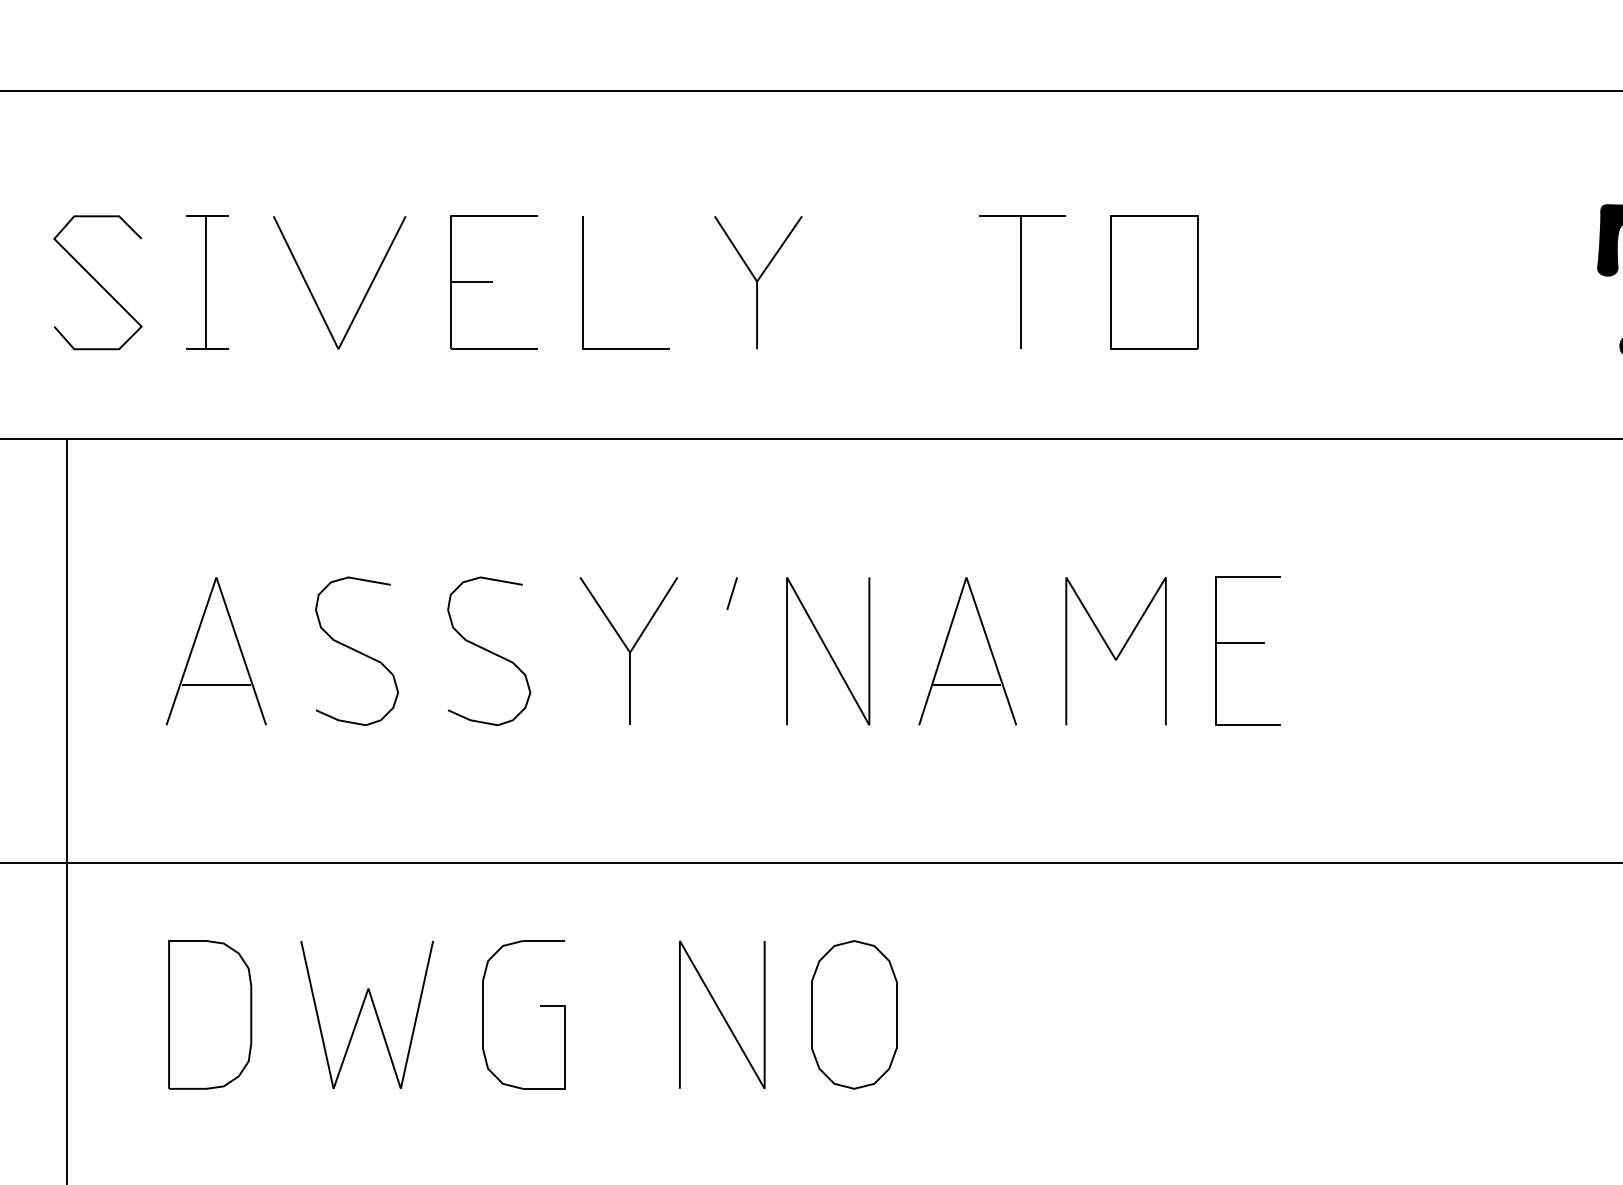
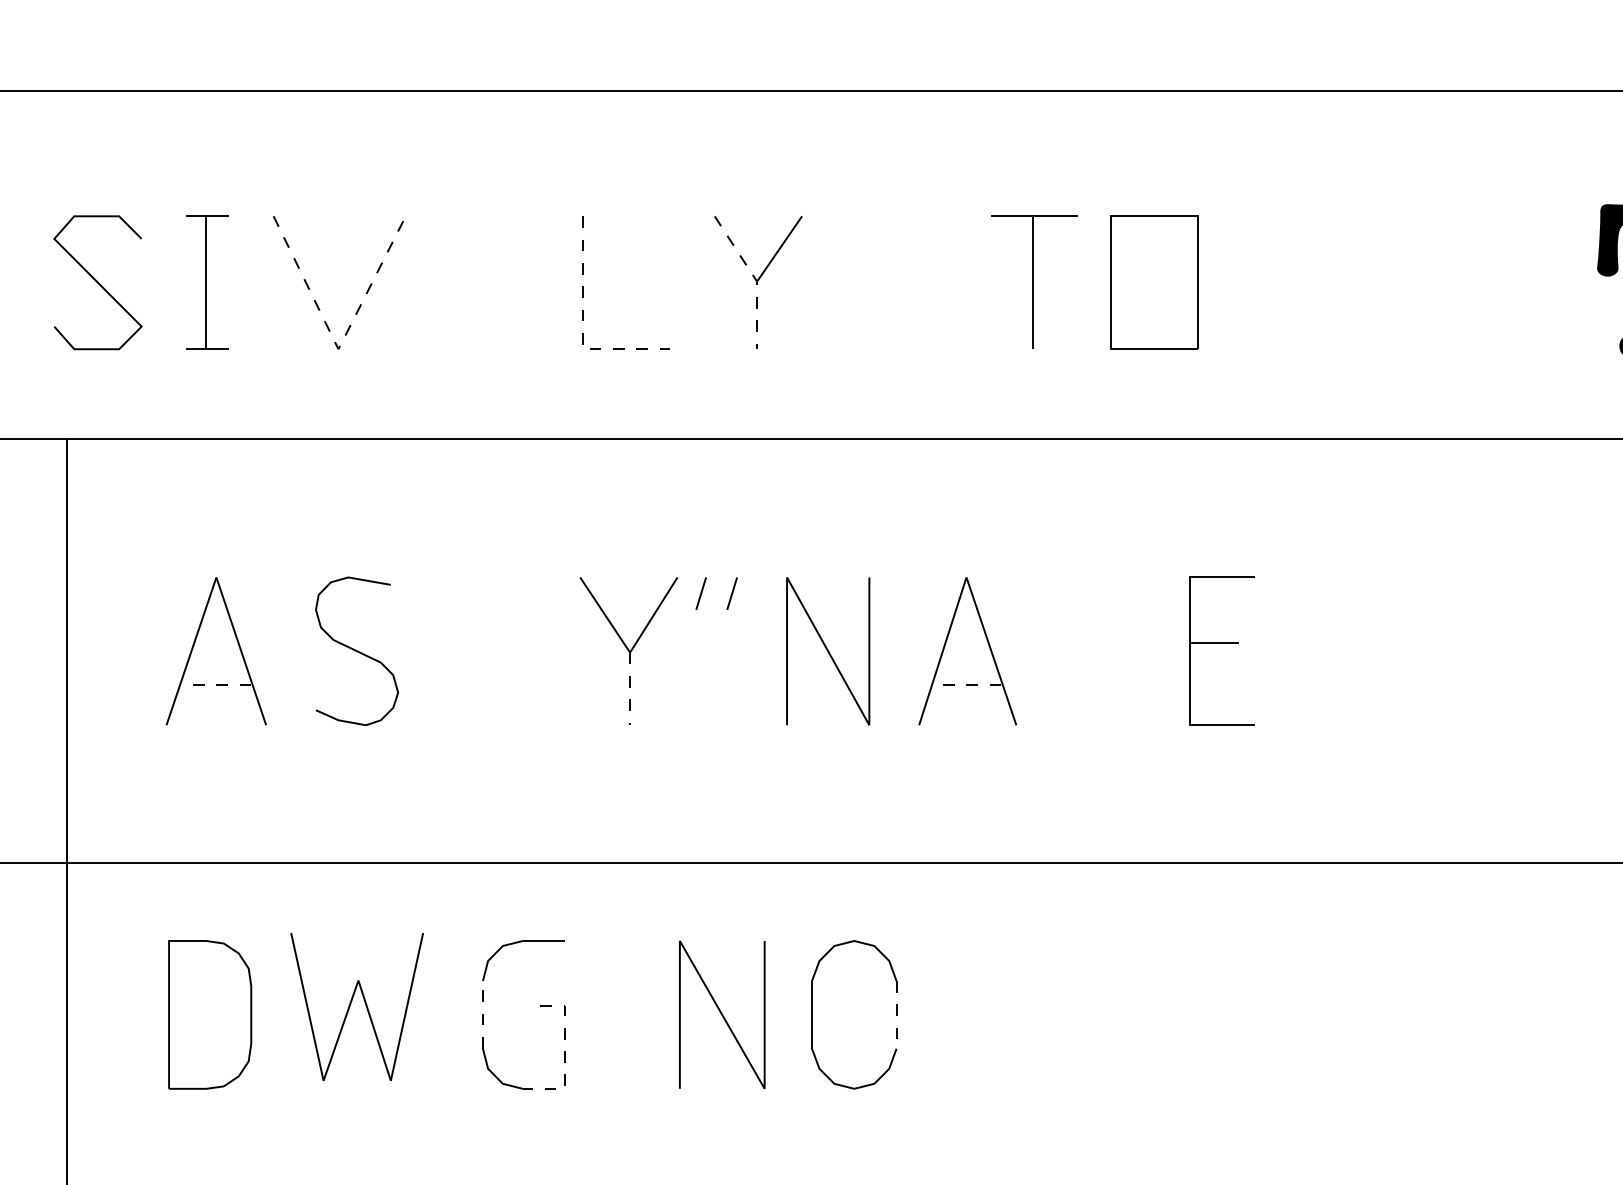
line at (754, 278): solid -> dashed
part at (1022, 281) position: (1022, 281) -> (1034, 281)
part at (493, 282): present -> none
line at (582, 327): solid -> dashed
line at (338, 349): solid -> dashed
line at (700, 593): none -> present
part at (1247, 643) position: (1247, 643) -> (1221, 643)
part at (489, 651): present -> none
line at (1113, 653): present -> none
line at (216, 685): solid -> dashed
line at (966, 685): solid -> dashed
line at (630, 689): solid -> dashed
line at (361, 1012) position: (361, 1012) -> (351, 1004)
line at (482, 1014): solid -> dashed
line at (896, 1014): solid -> dashed
line at (565, 1056): solid -> dashed
